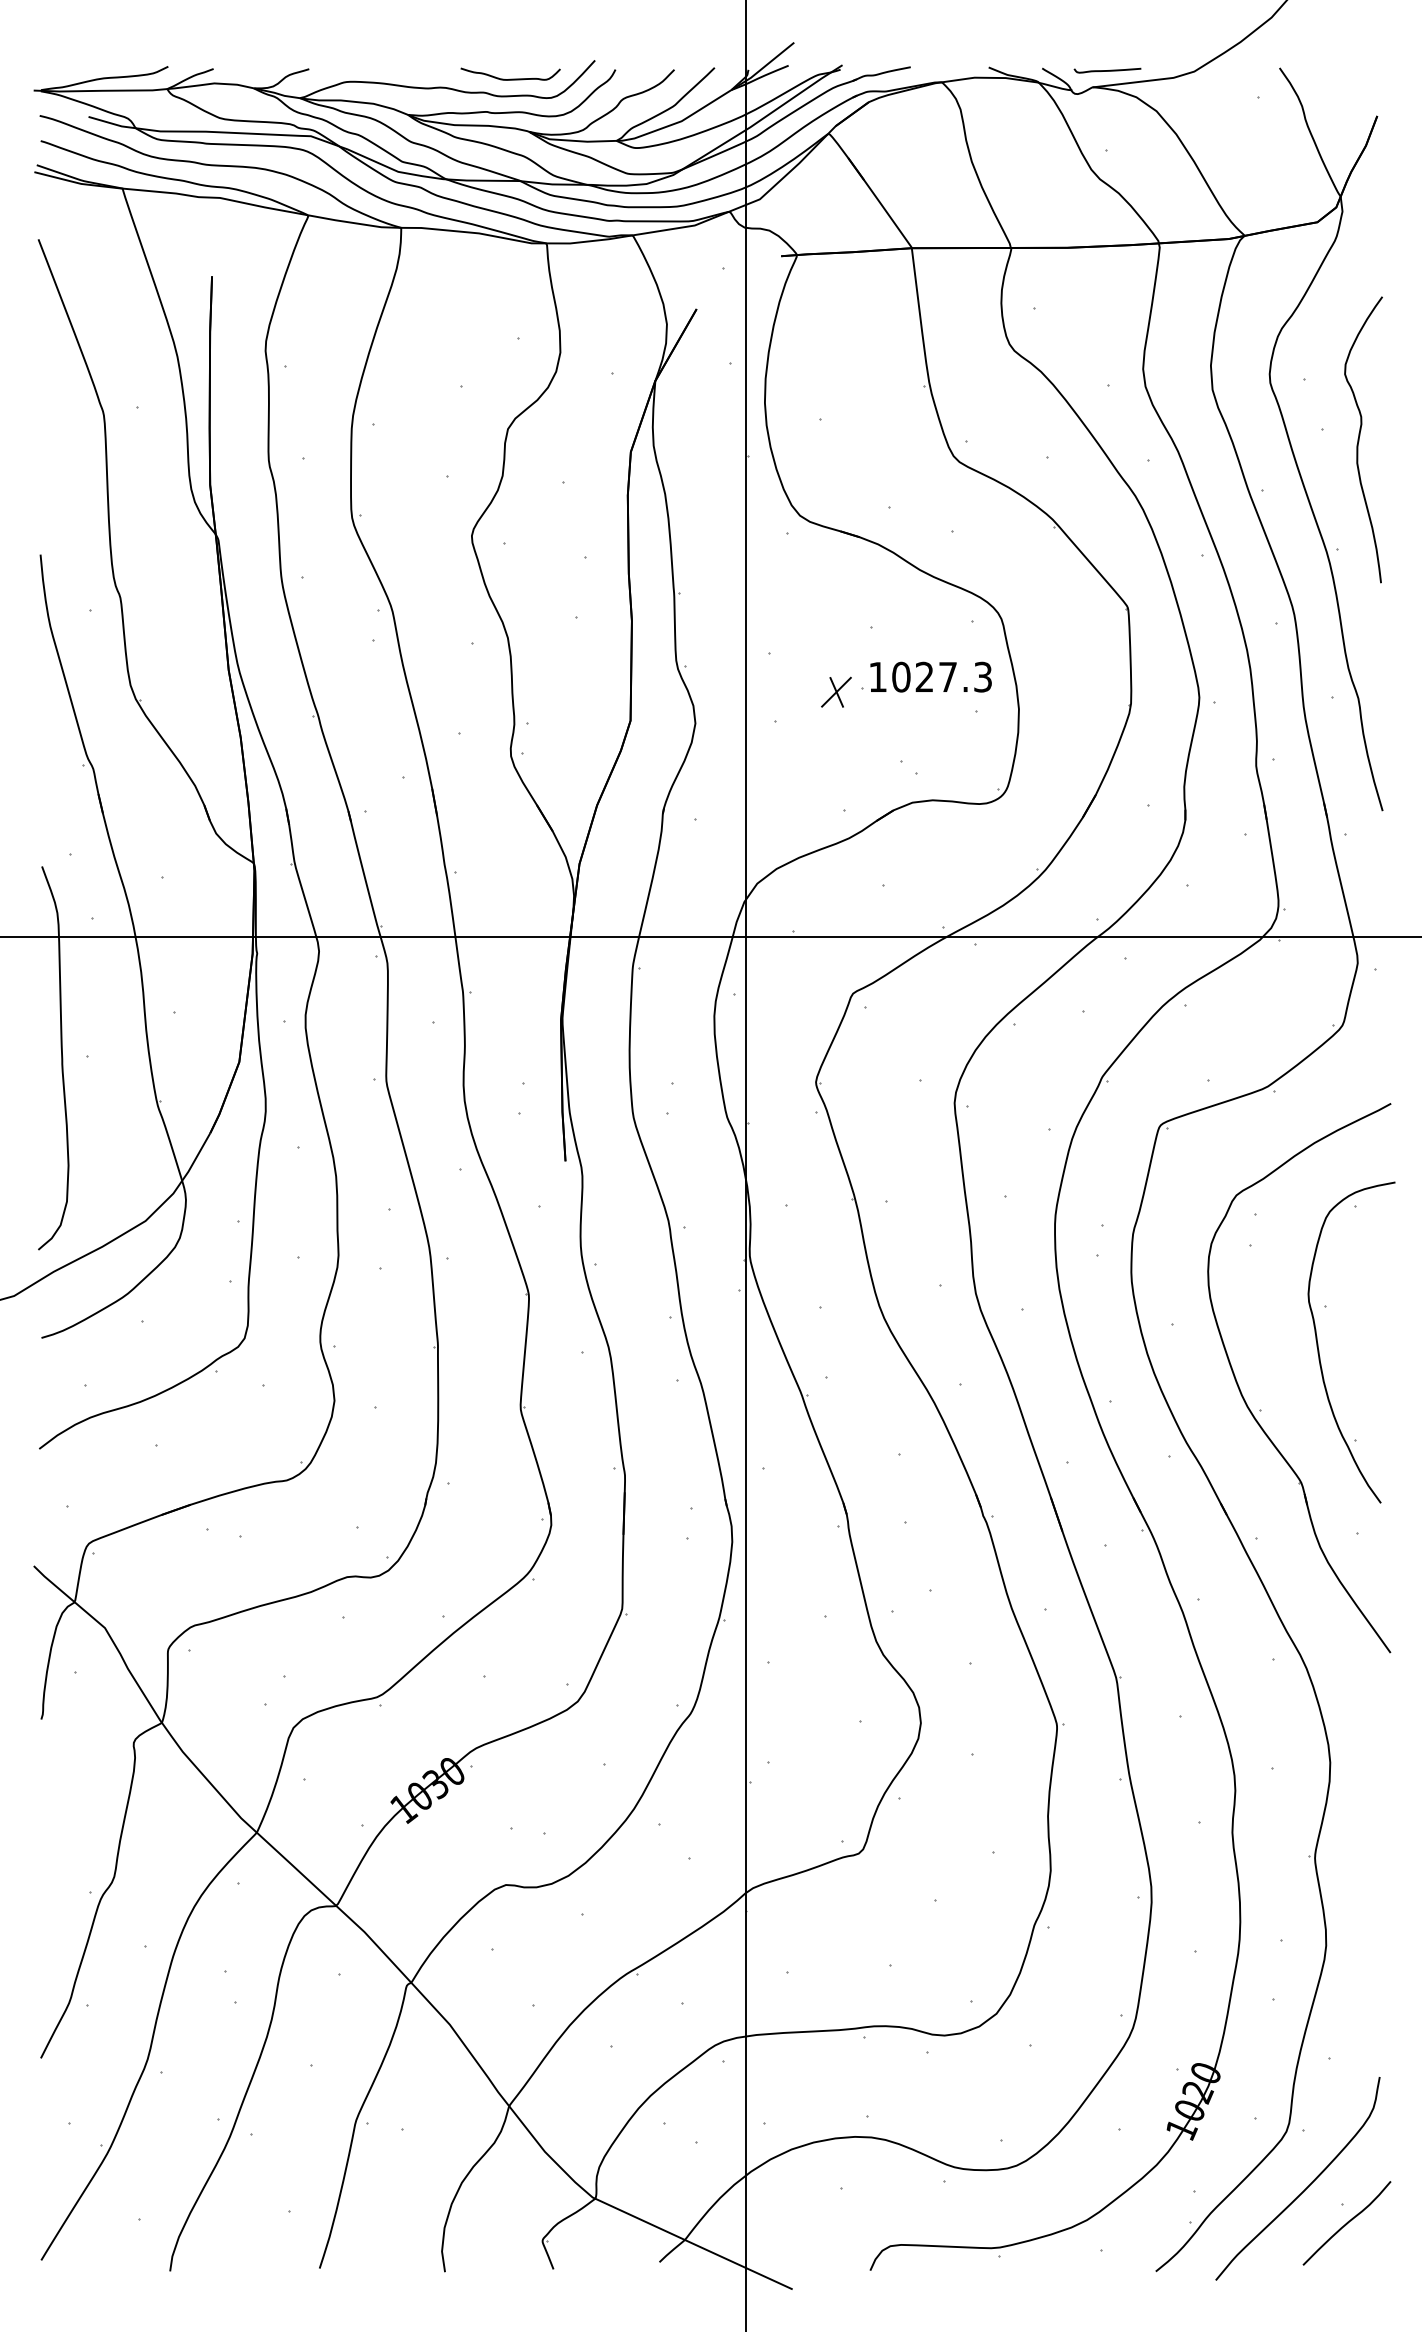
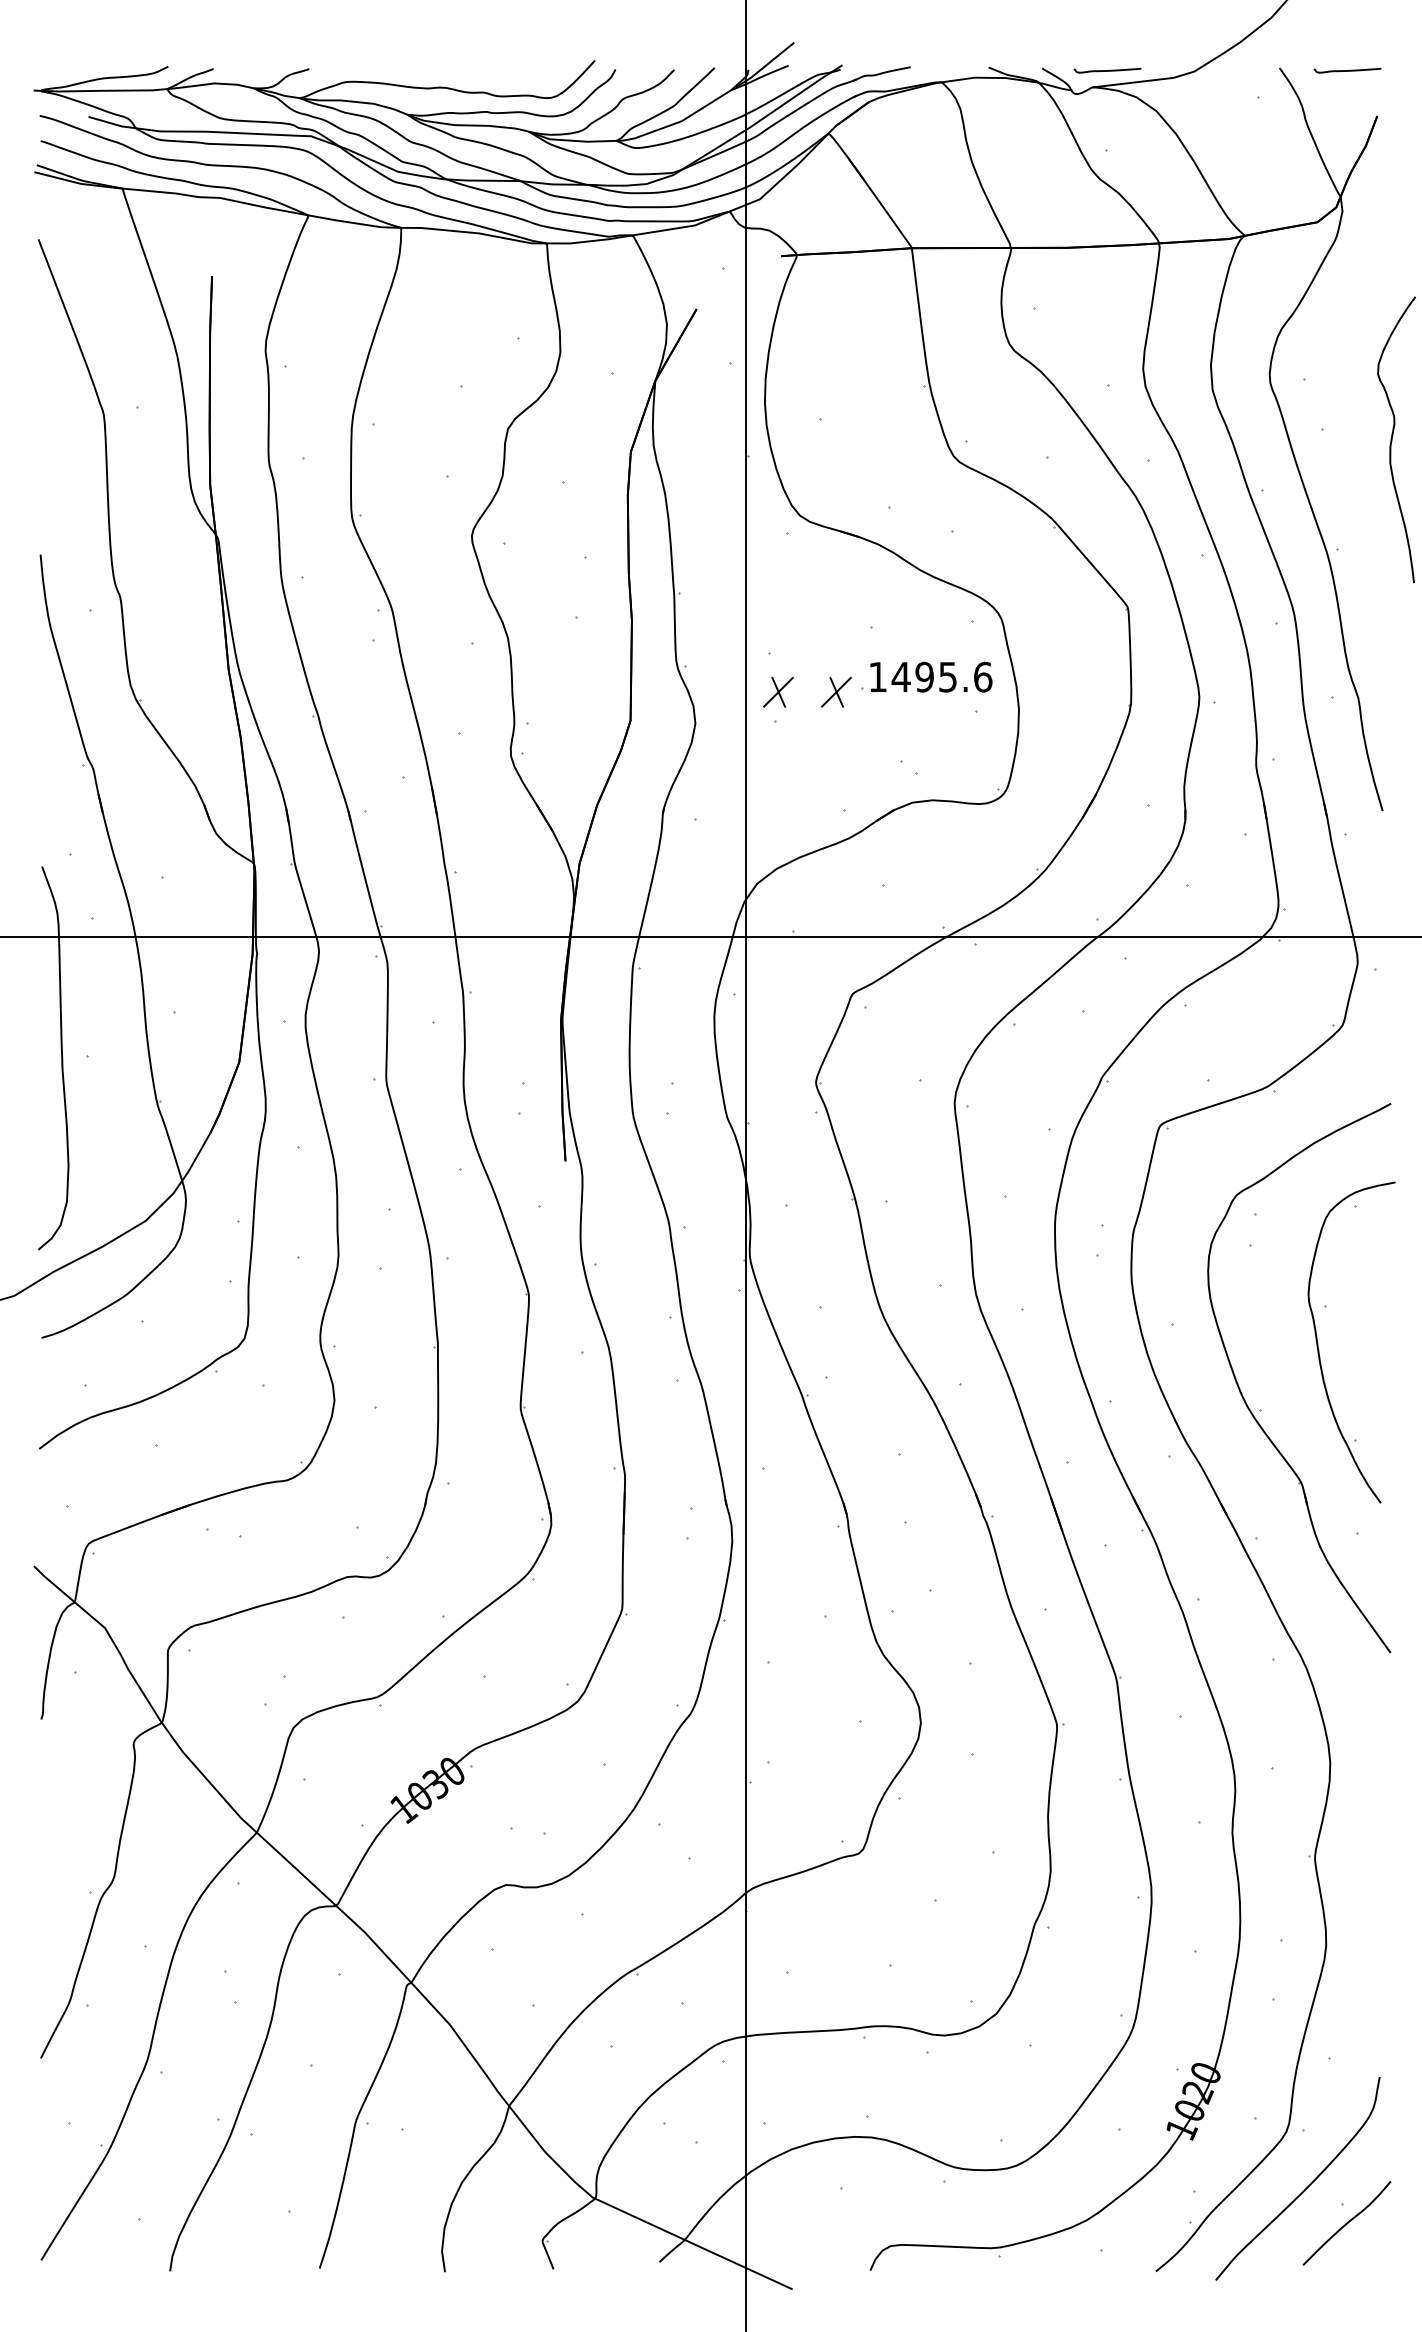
curve at (1347, 70): none -> present
curve at (510, 78): present -> none
curve at (1359, 439) position: (1359, 439) -> (1392, 439)
text at (941, 676): 1027.3 -> 1495.6
part at (778, 691): none -> present
